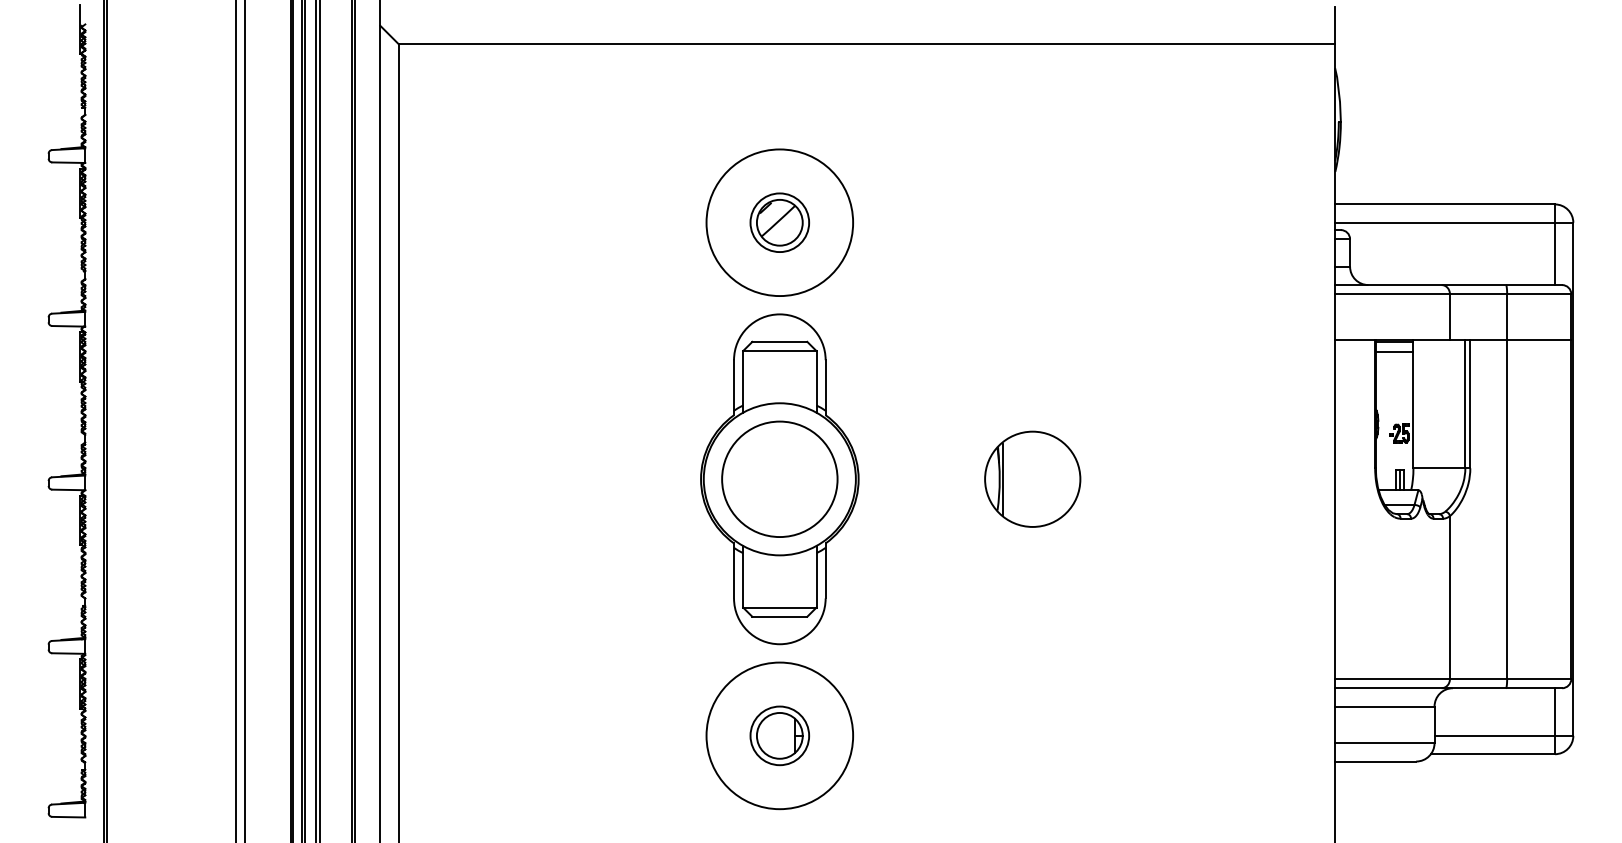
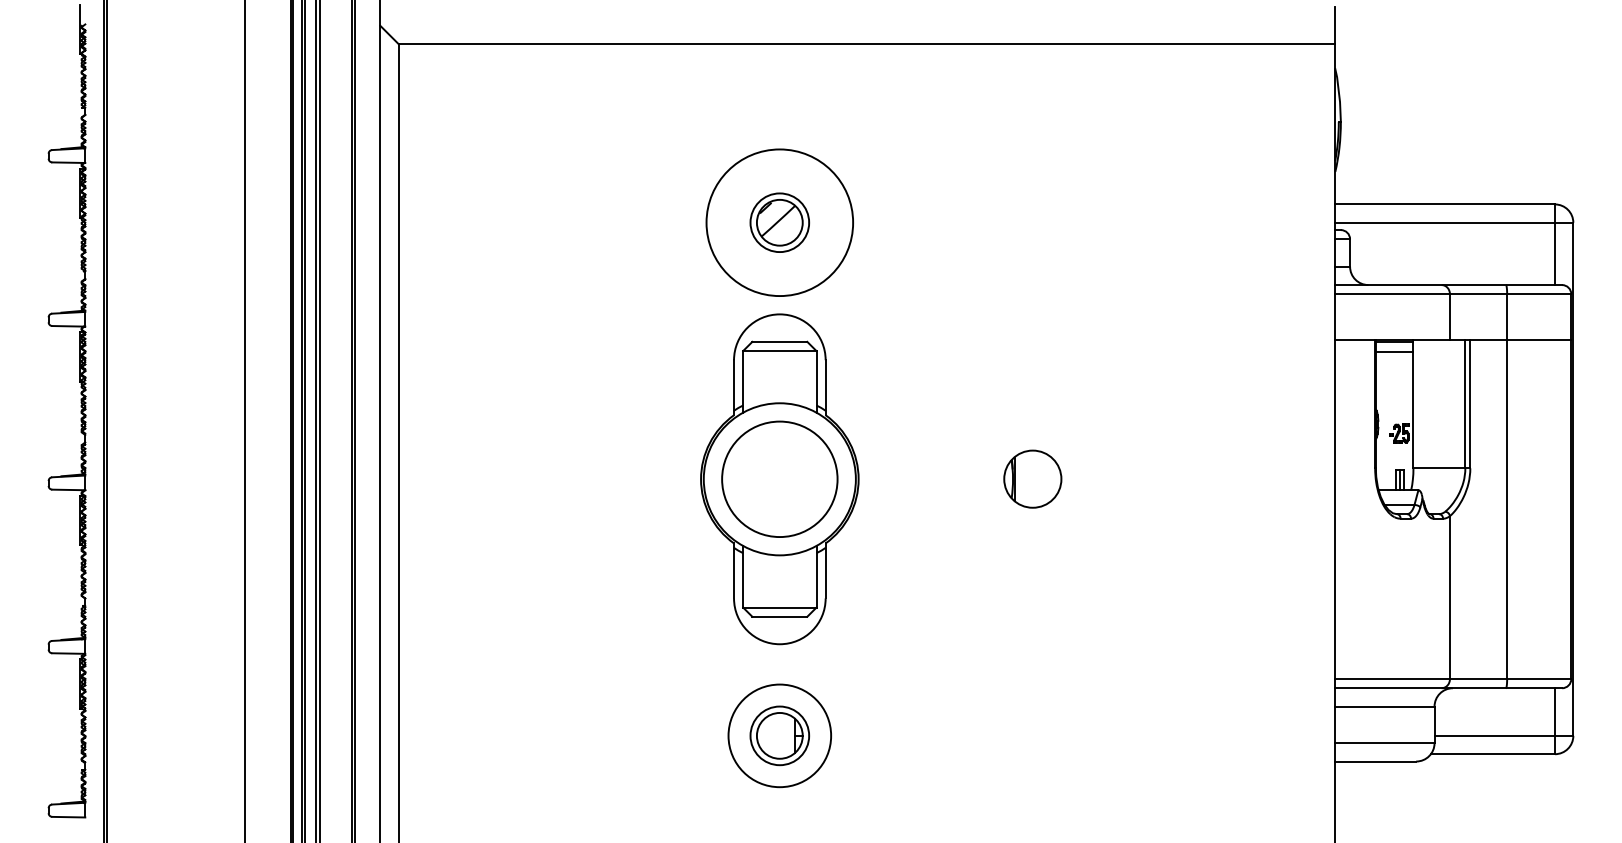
line at (235, 420): present -> none
part at (1032, 478) size: 98x98 px -> 60x60 px
circle at (779, 735) diameter: 147 px -> 103 px
